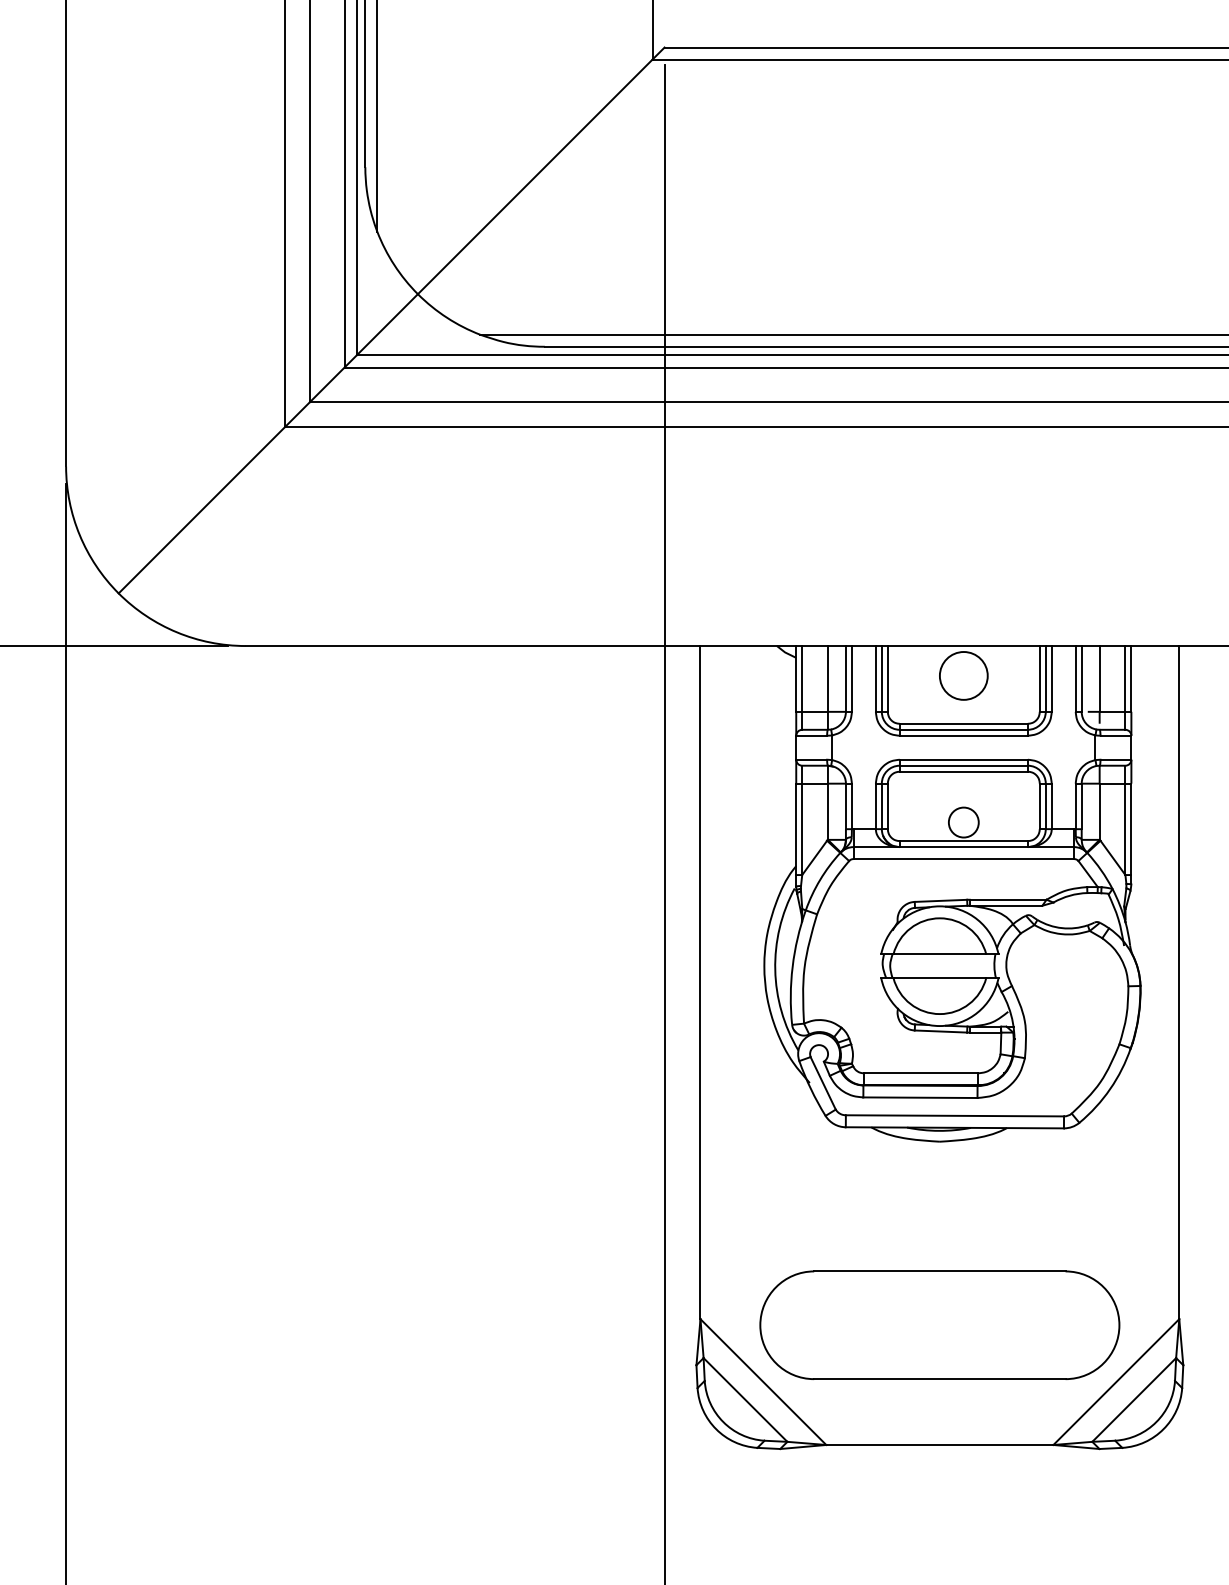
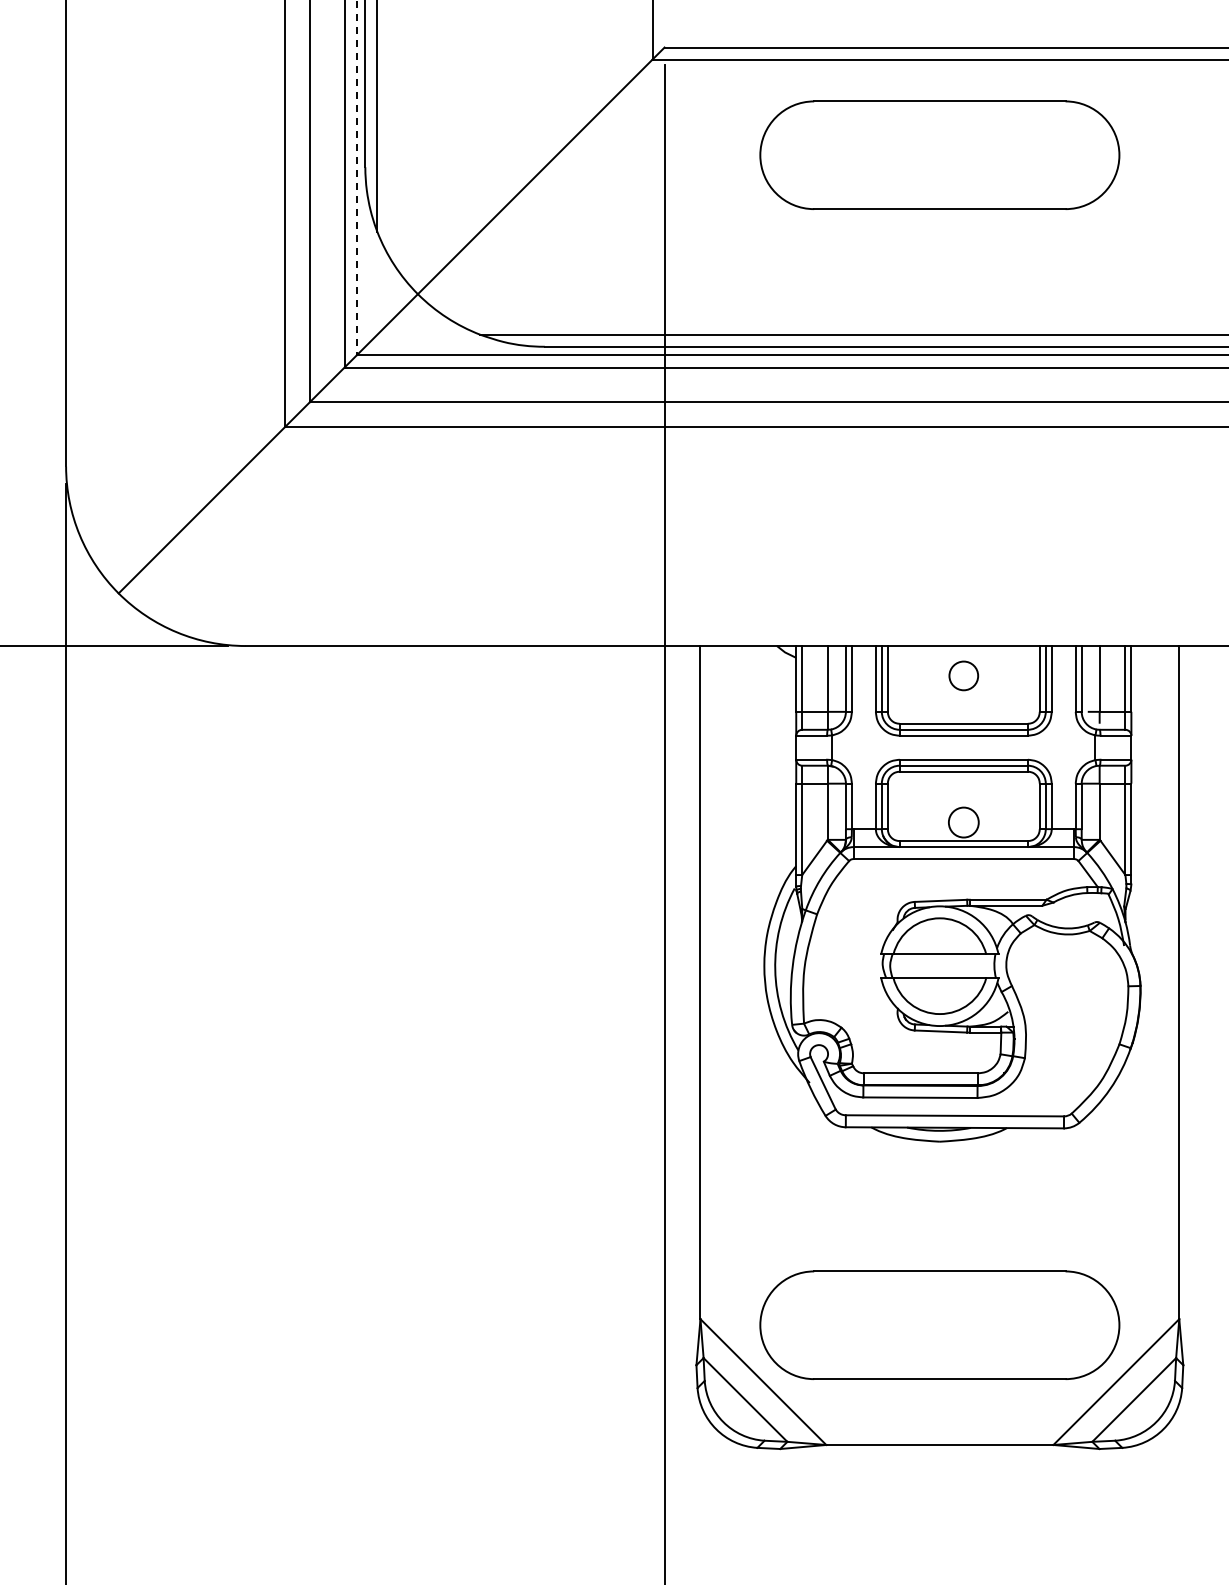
part at (939, 154): none -> present
line at (357, 177): solid -> dashed
circle at (963, 675) diameter: 48 px -> 29 px
